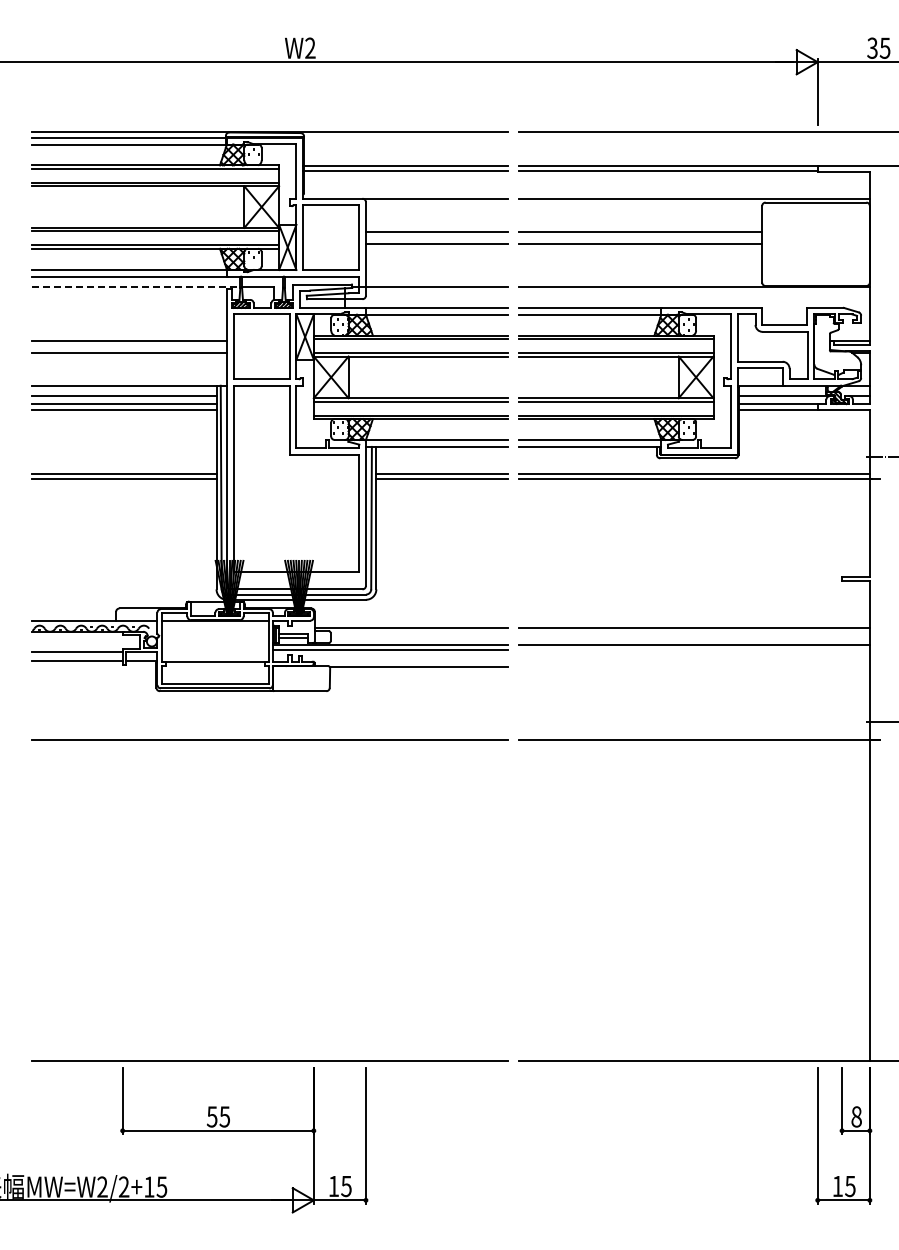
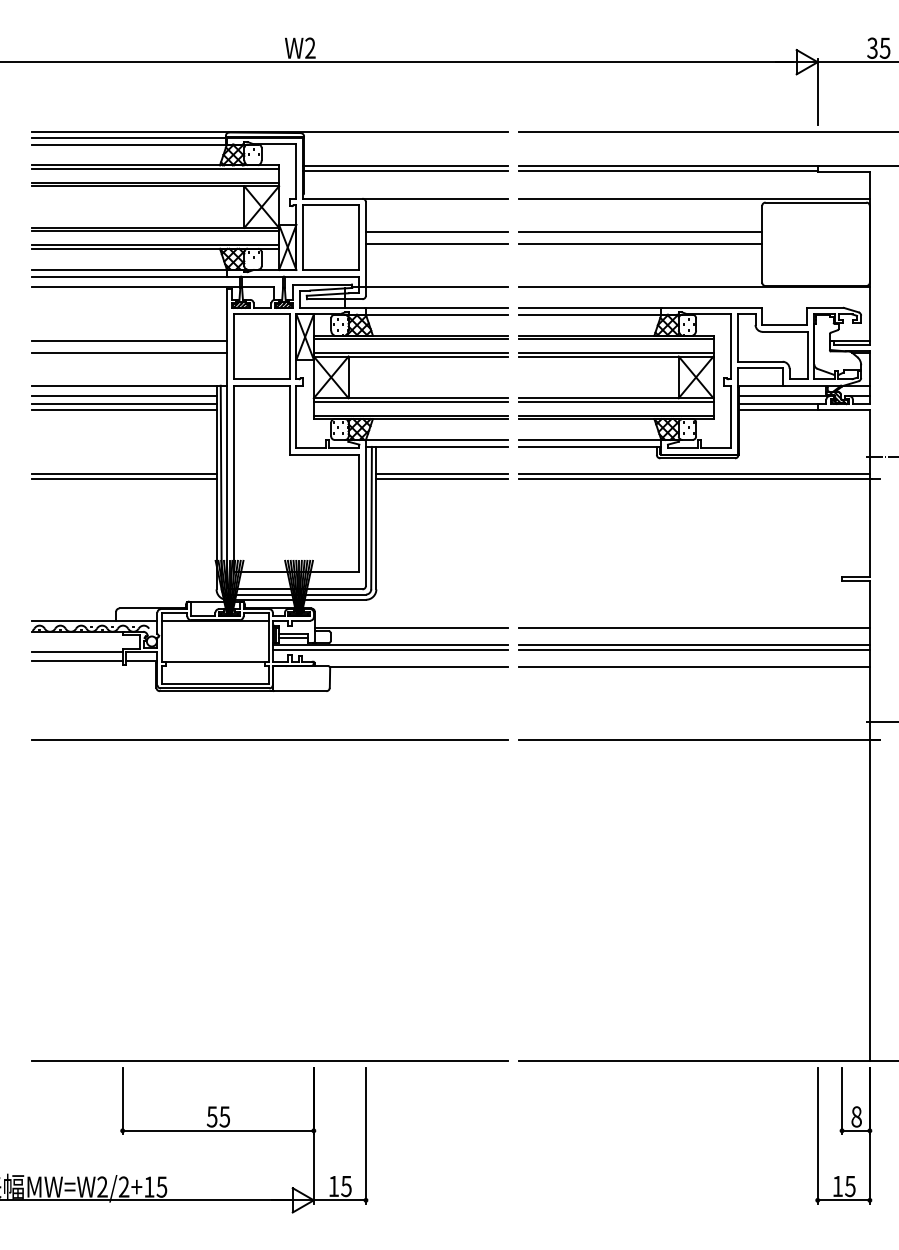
line at (136, 287): dashed -> solid
line at (693, 649): none -> present
line at (693, 666): none -> present
